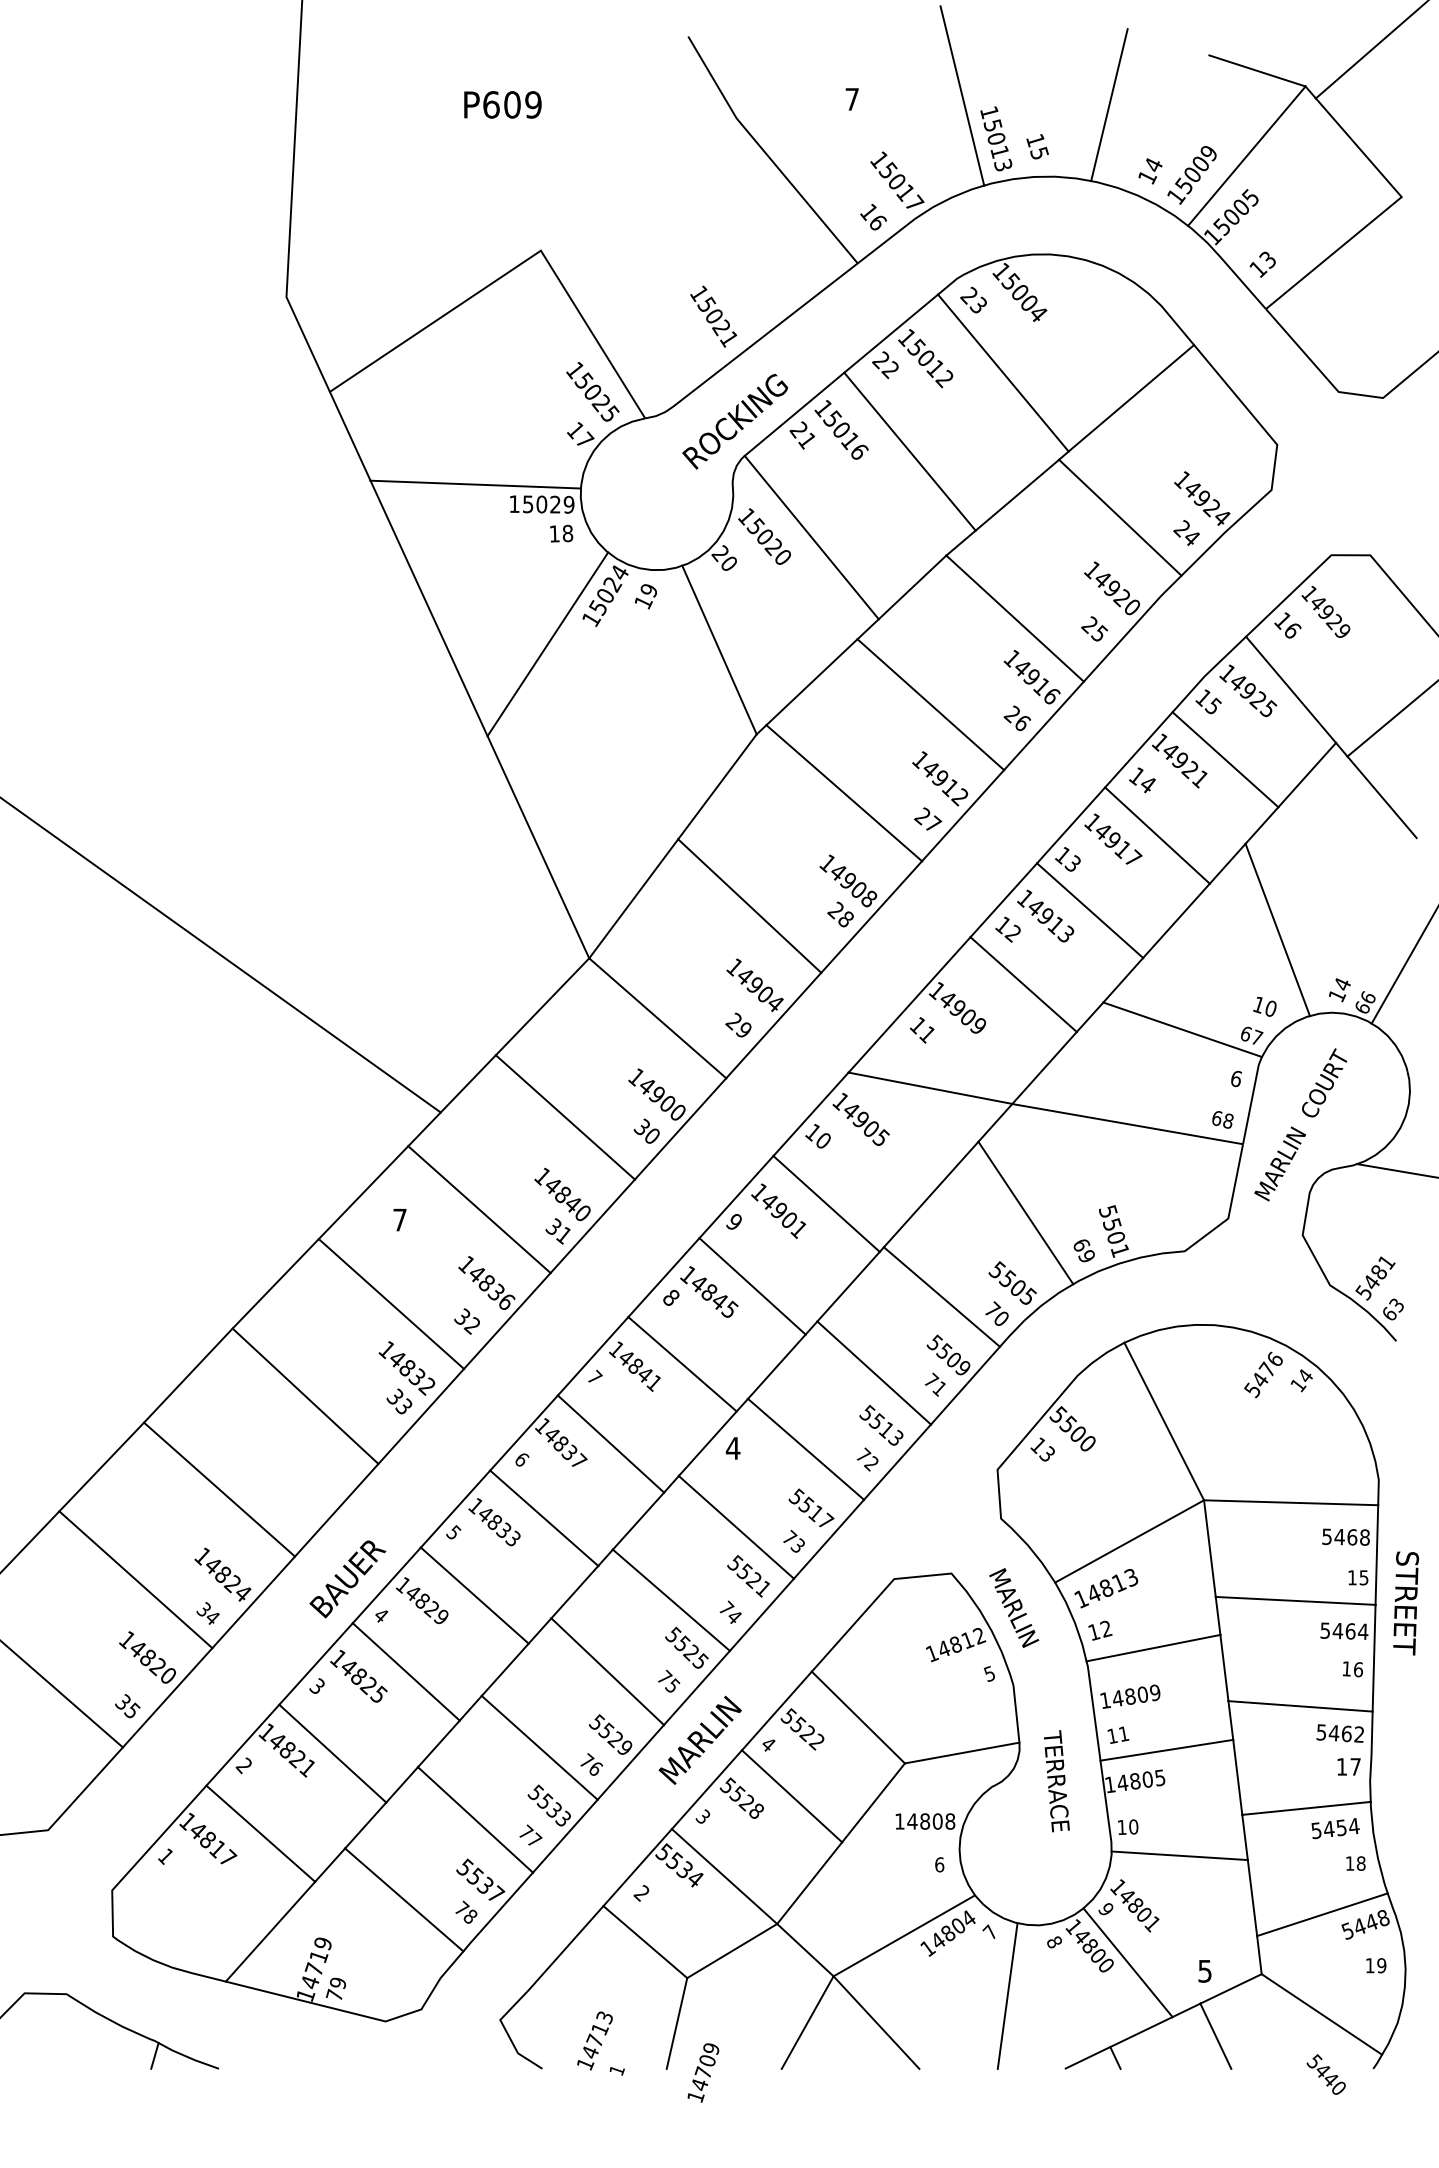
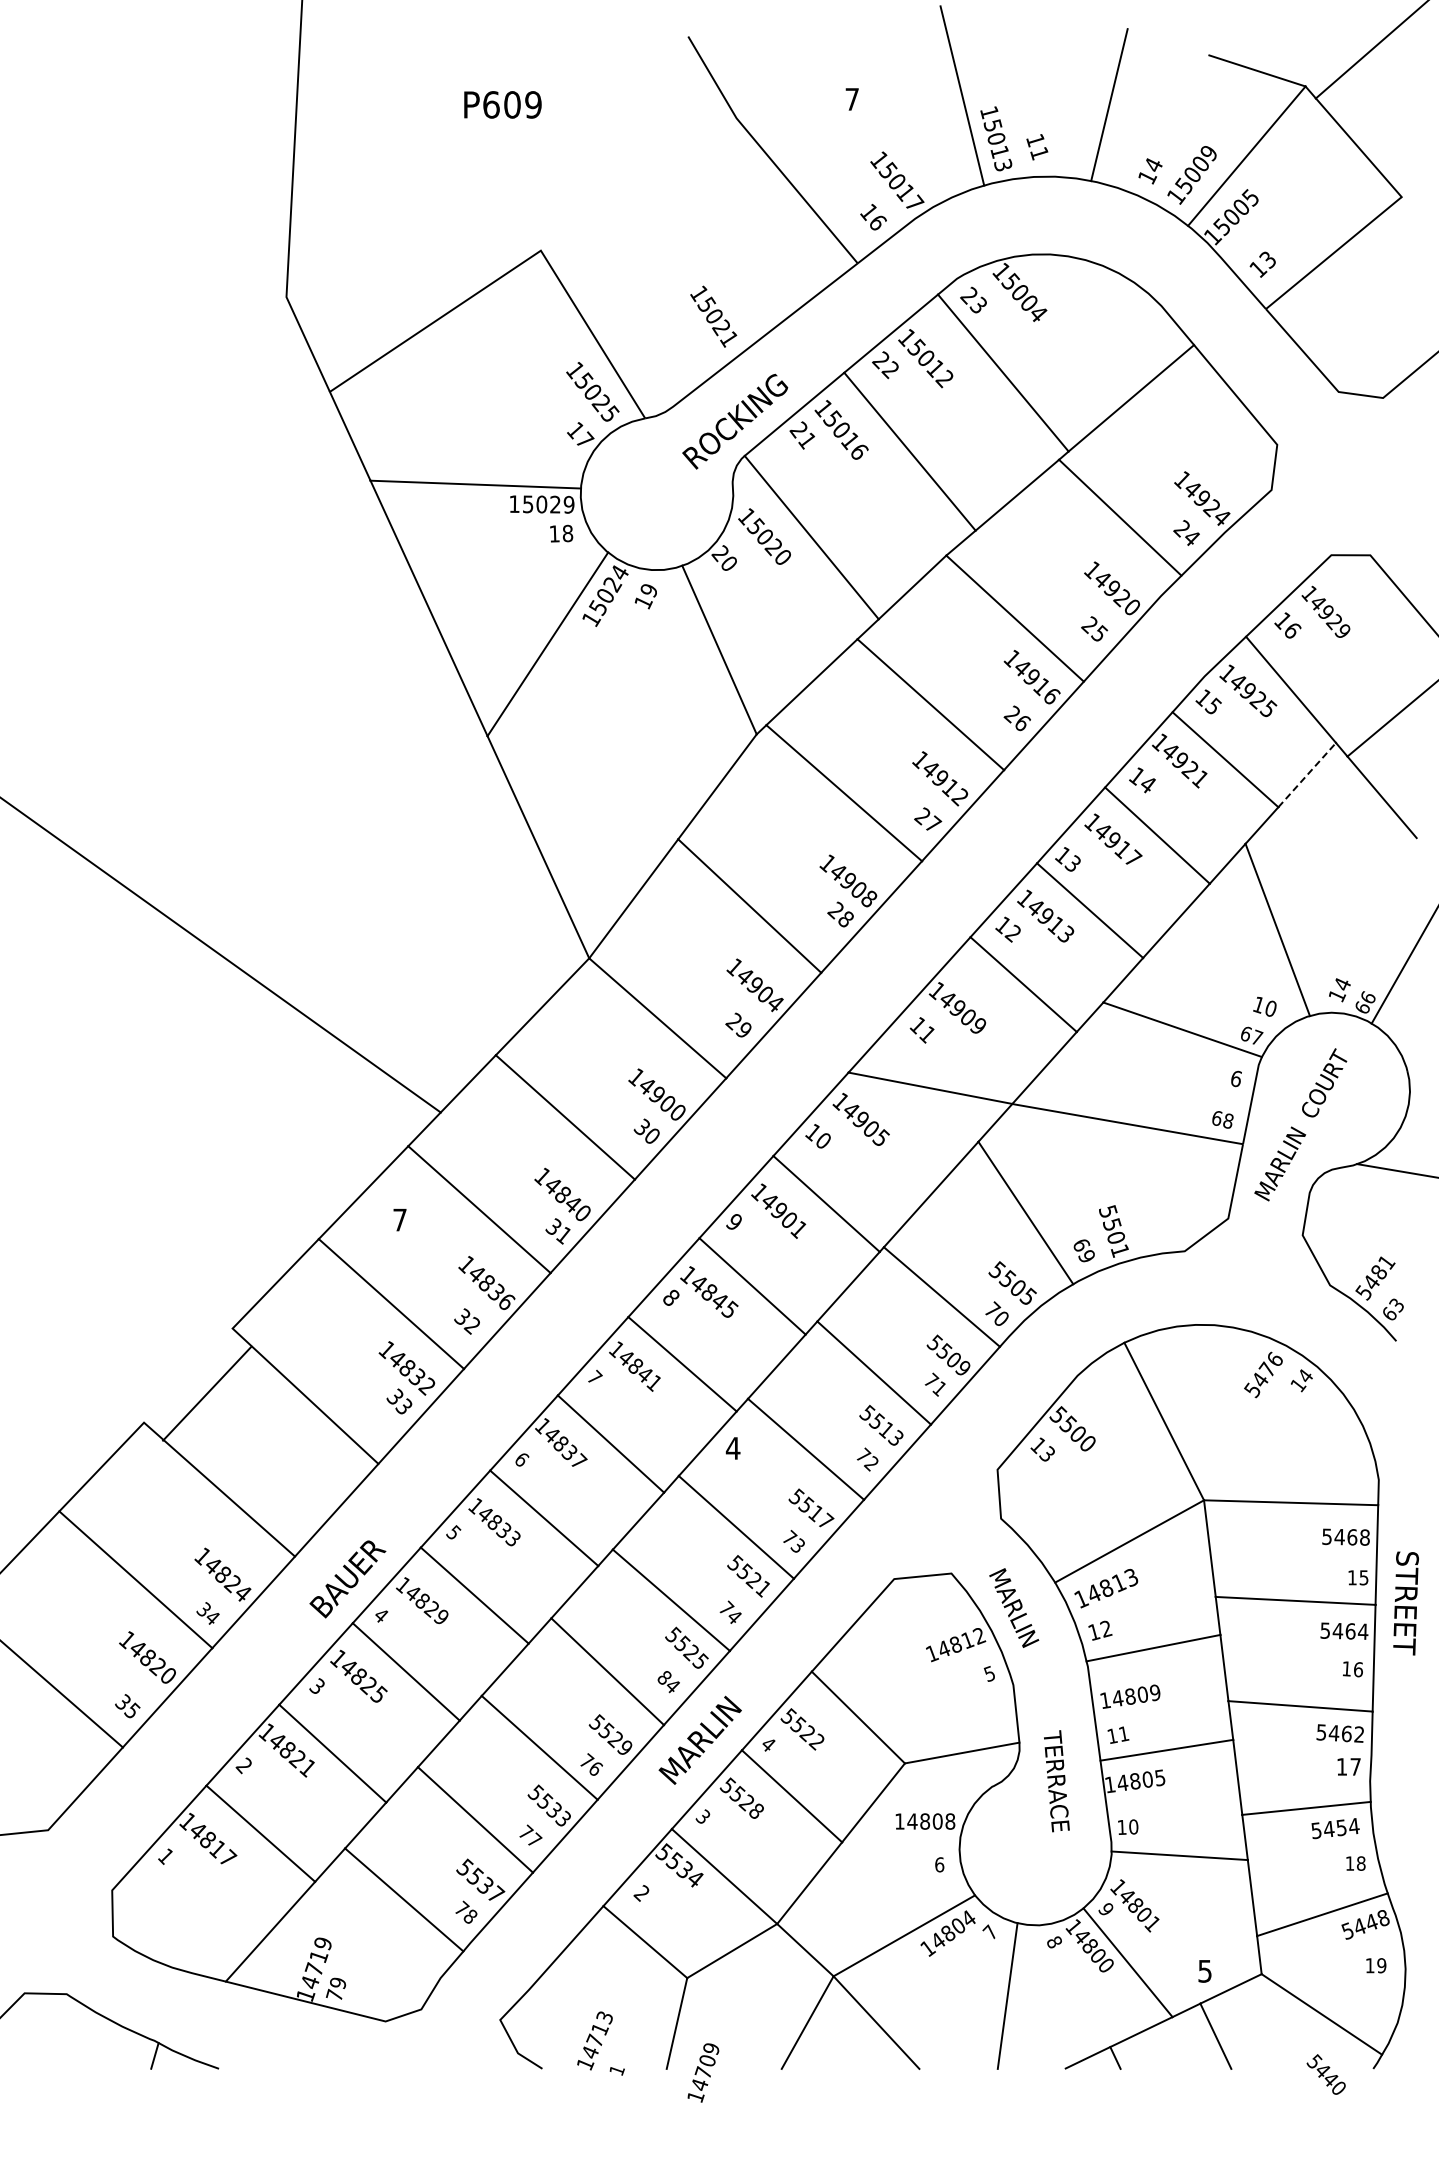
text at (1039, 153): 15 -> 11
line at (1307, 774): solid -> dashed
line at (188, 1375) position: (188, 1375) -> (207, 1393)
text at (668, 1681): 75 -> 84
